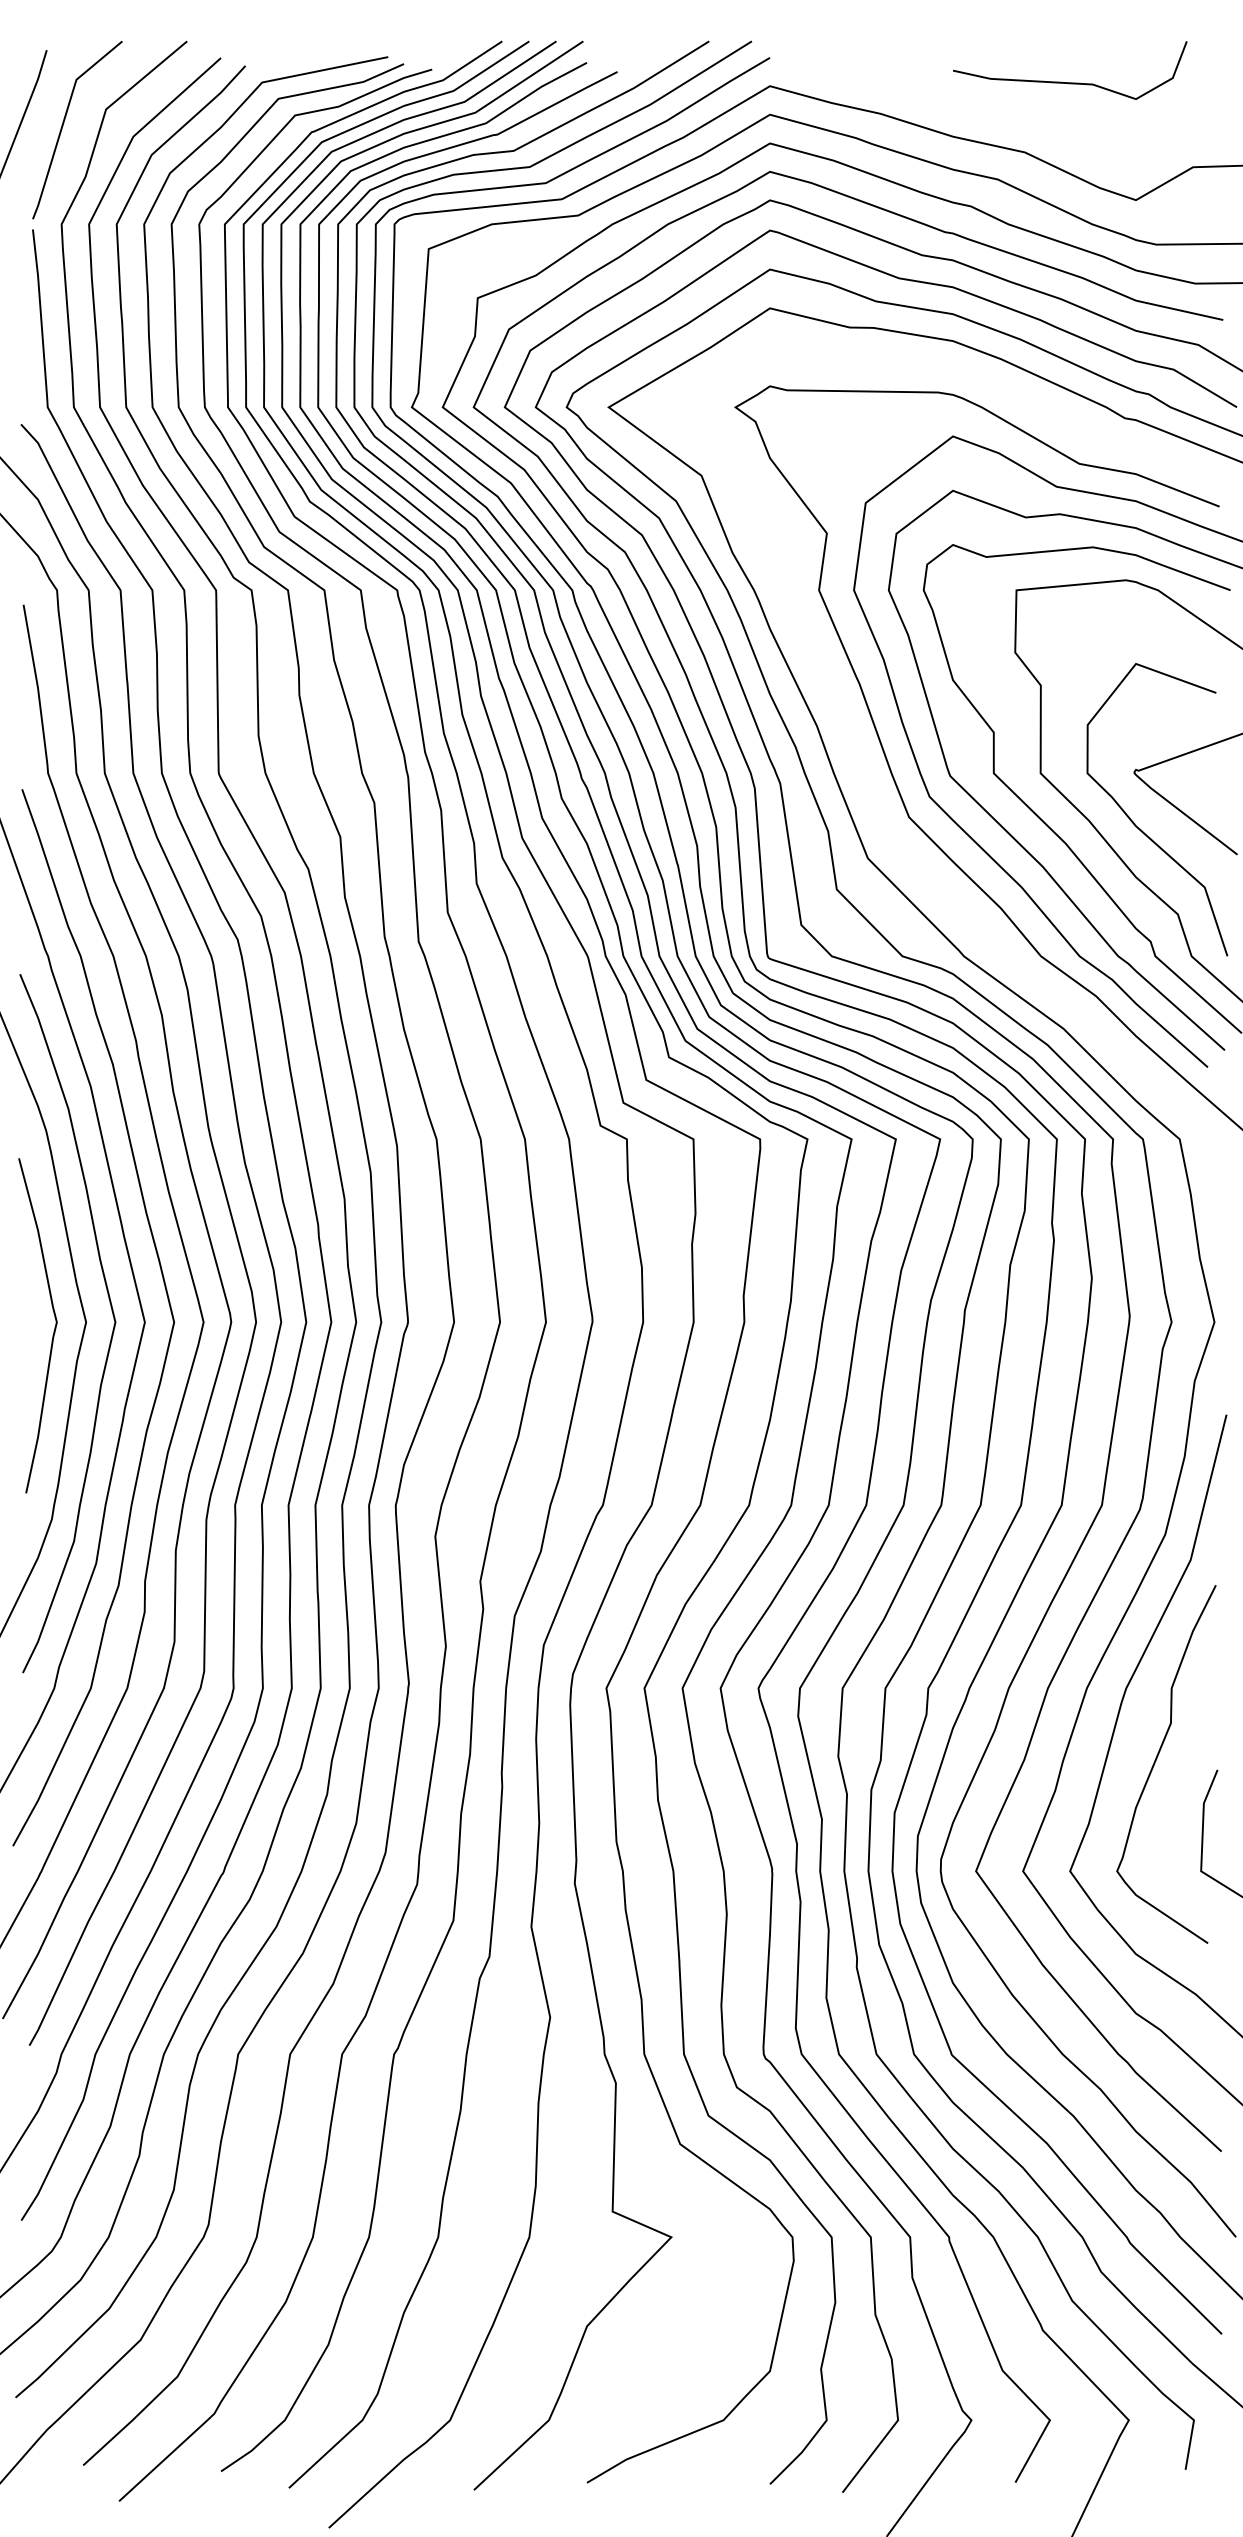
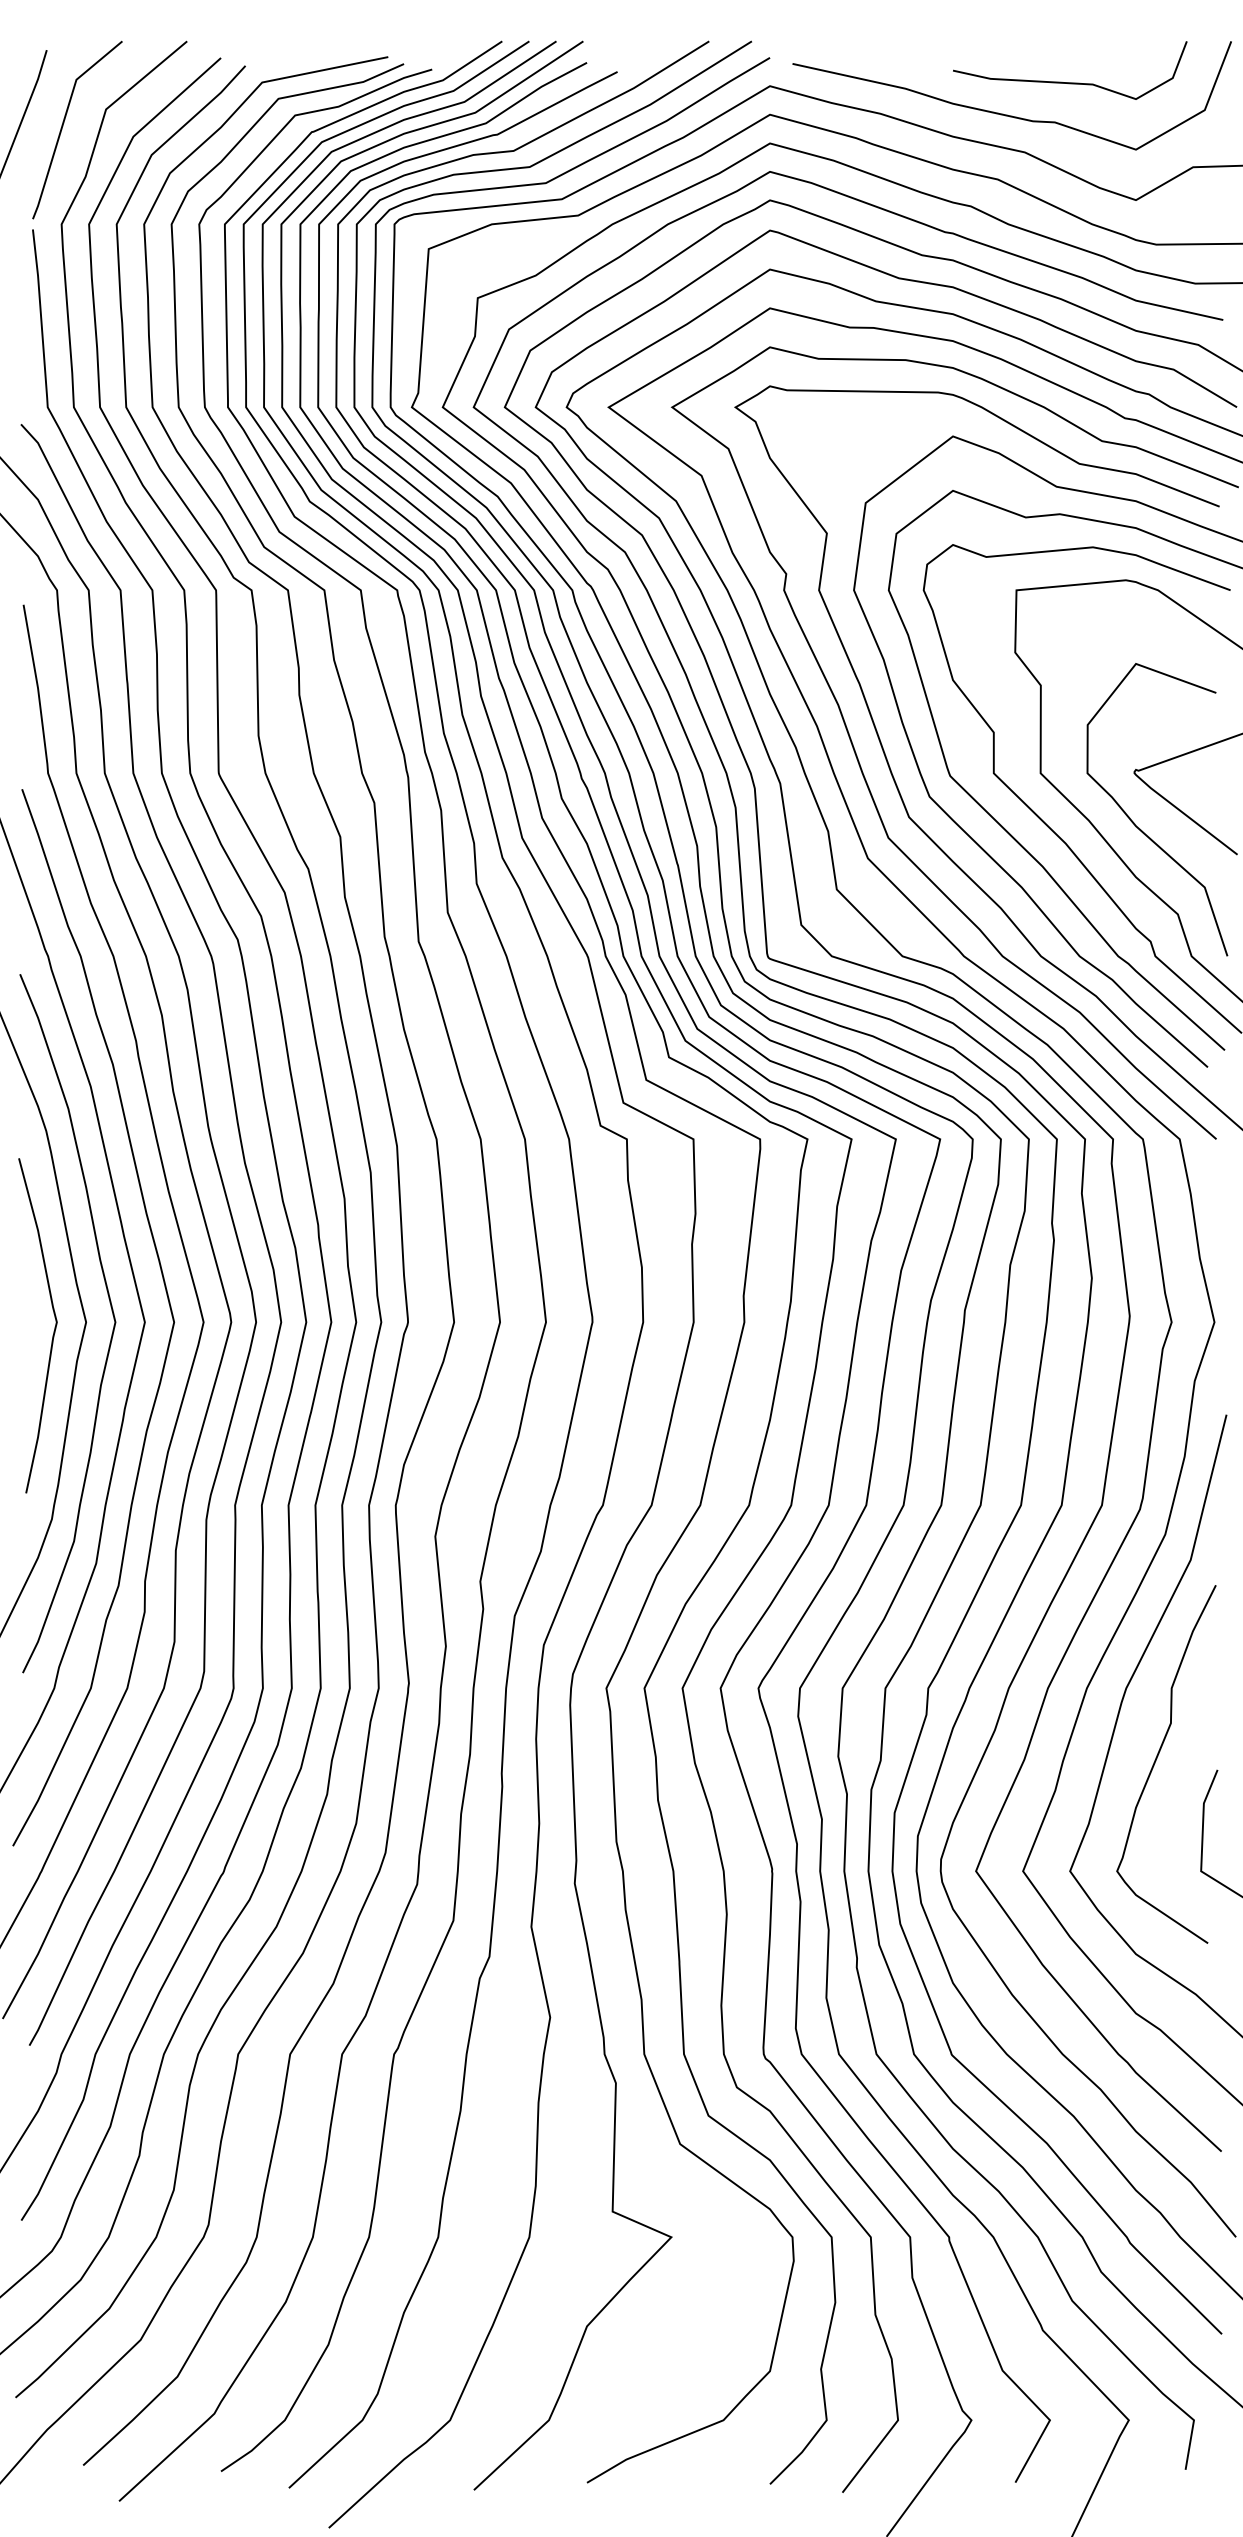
curve at (1007, 114): none -> present
curve at (866, 779): none -> present
